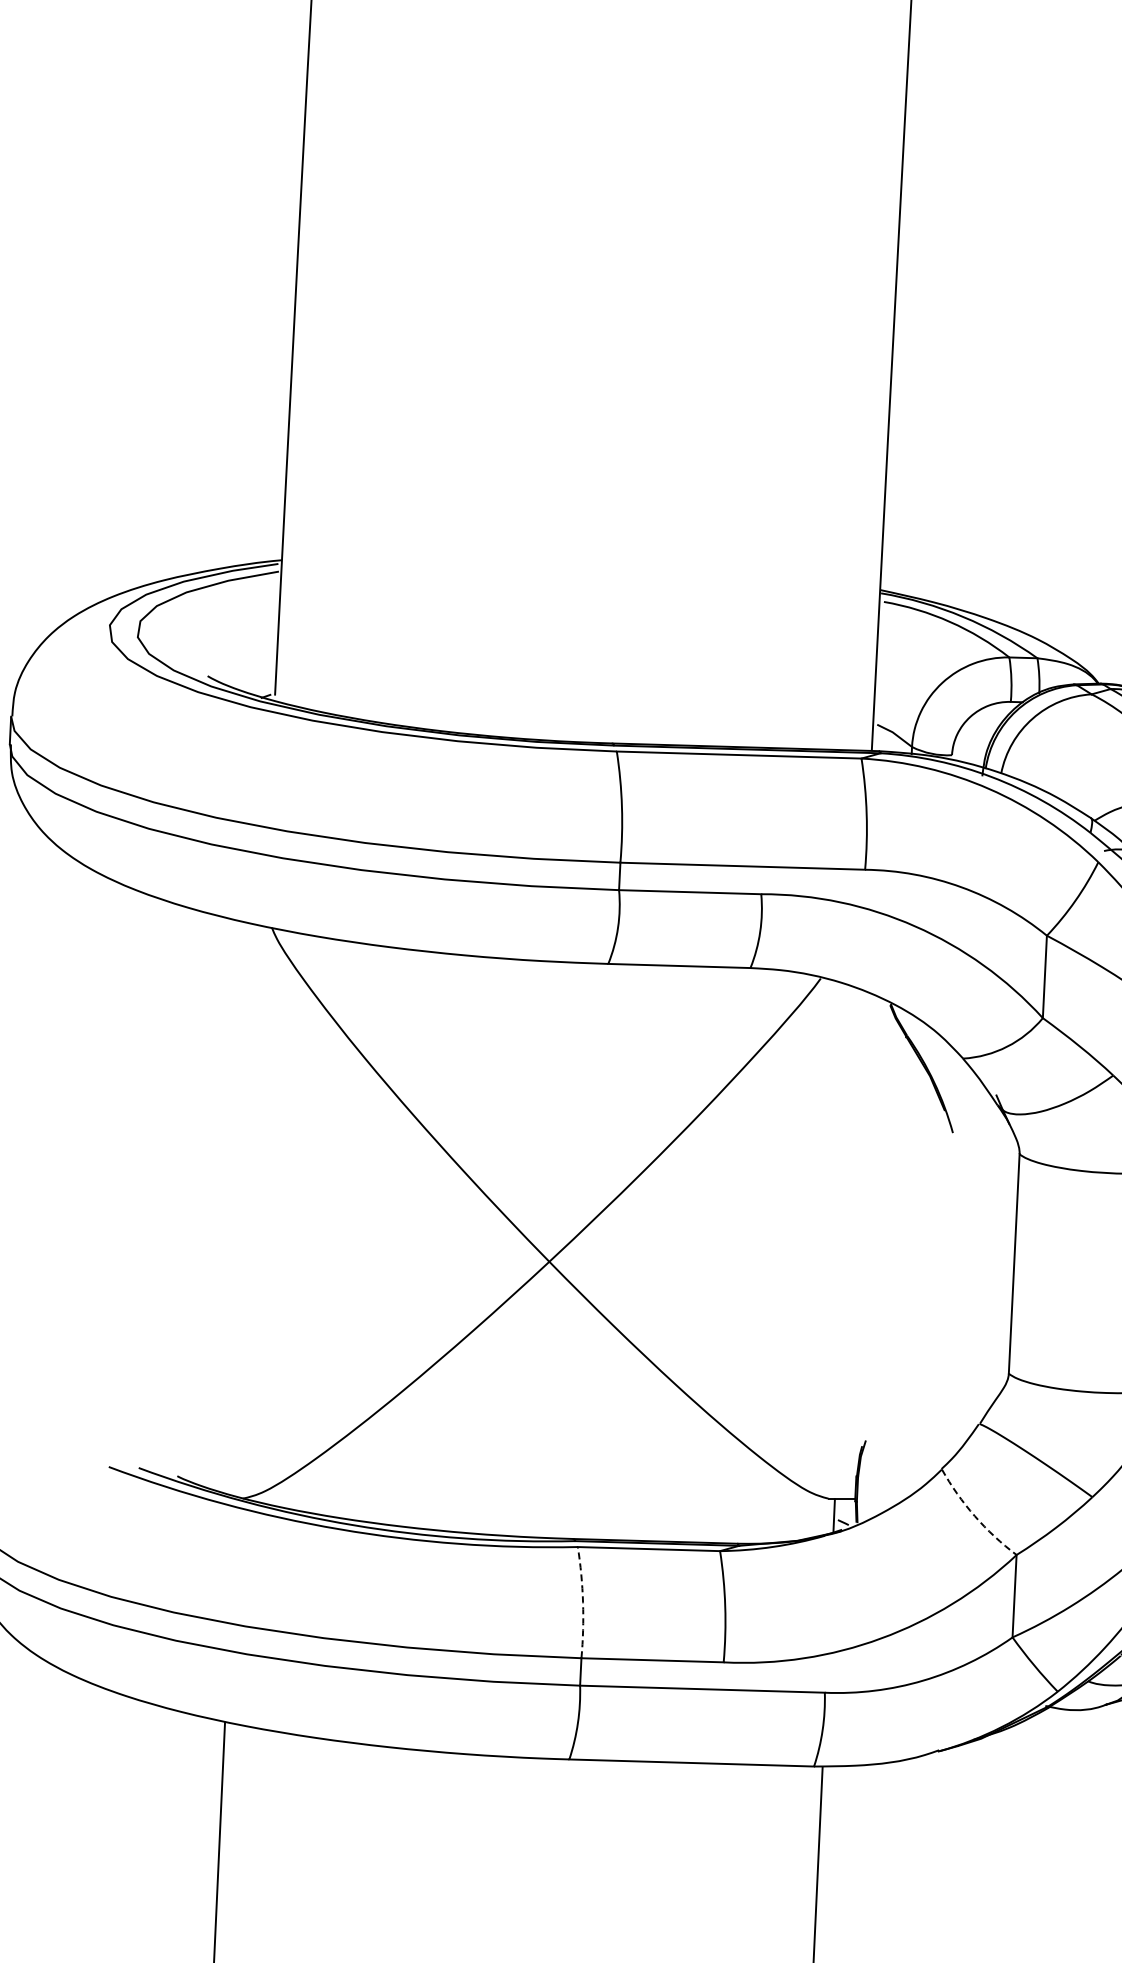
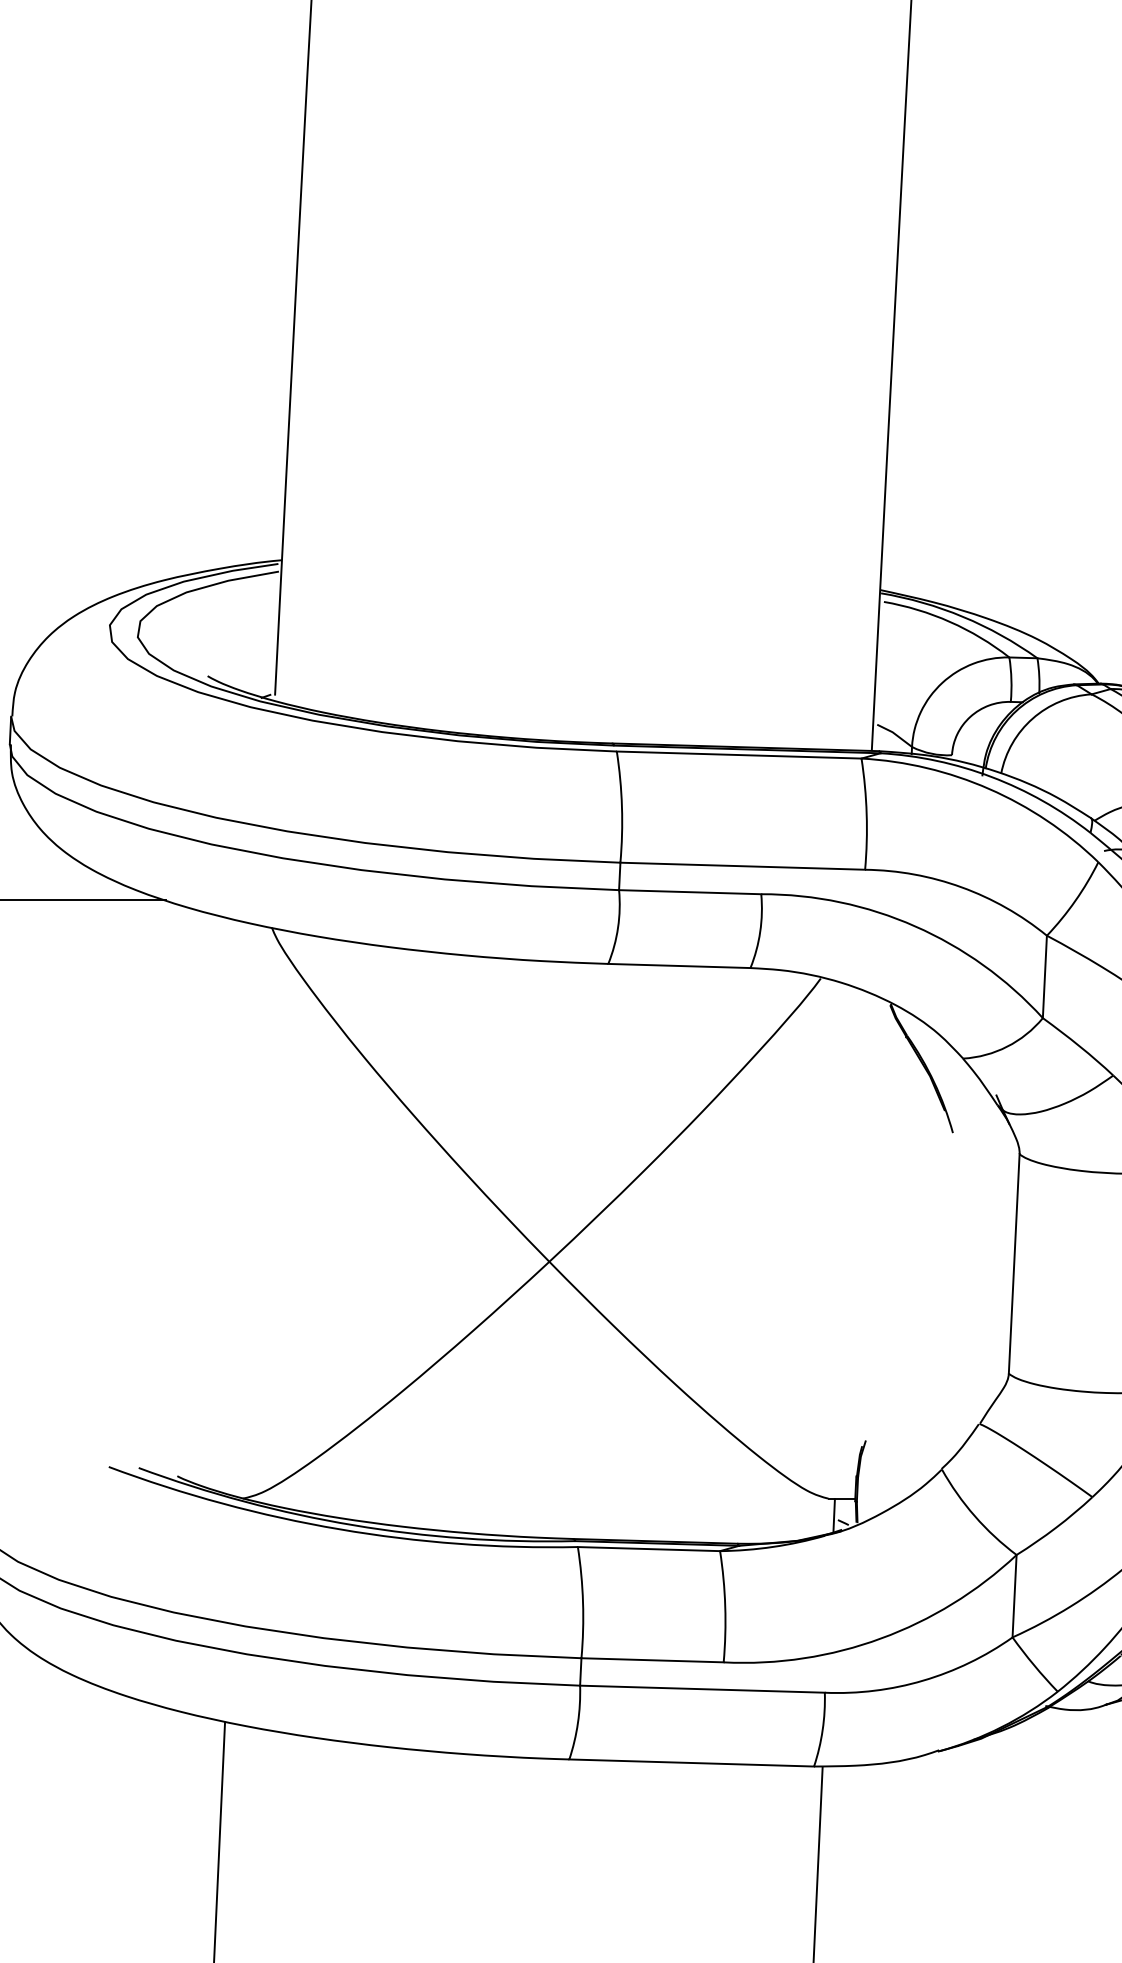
line at (84, 900): none -> present
arc at (974, 1516): dashed -> solid
arc at (583, 1602): dashed -> solid
